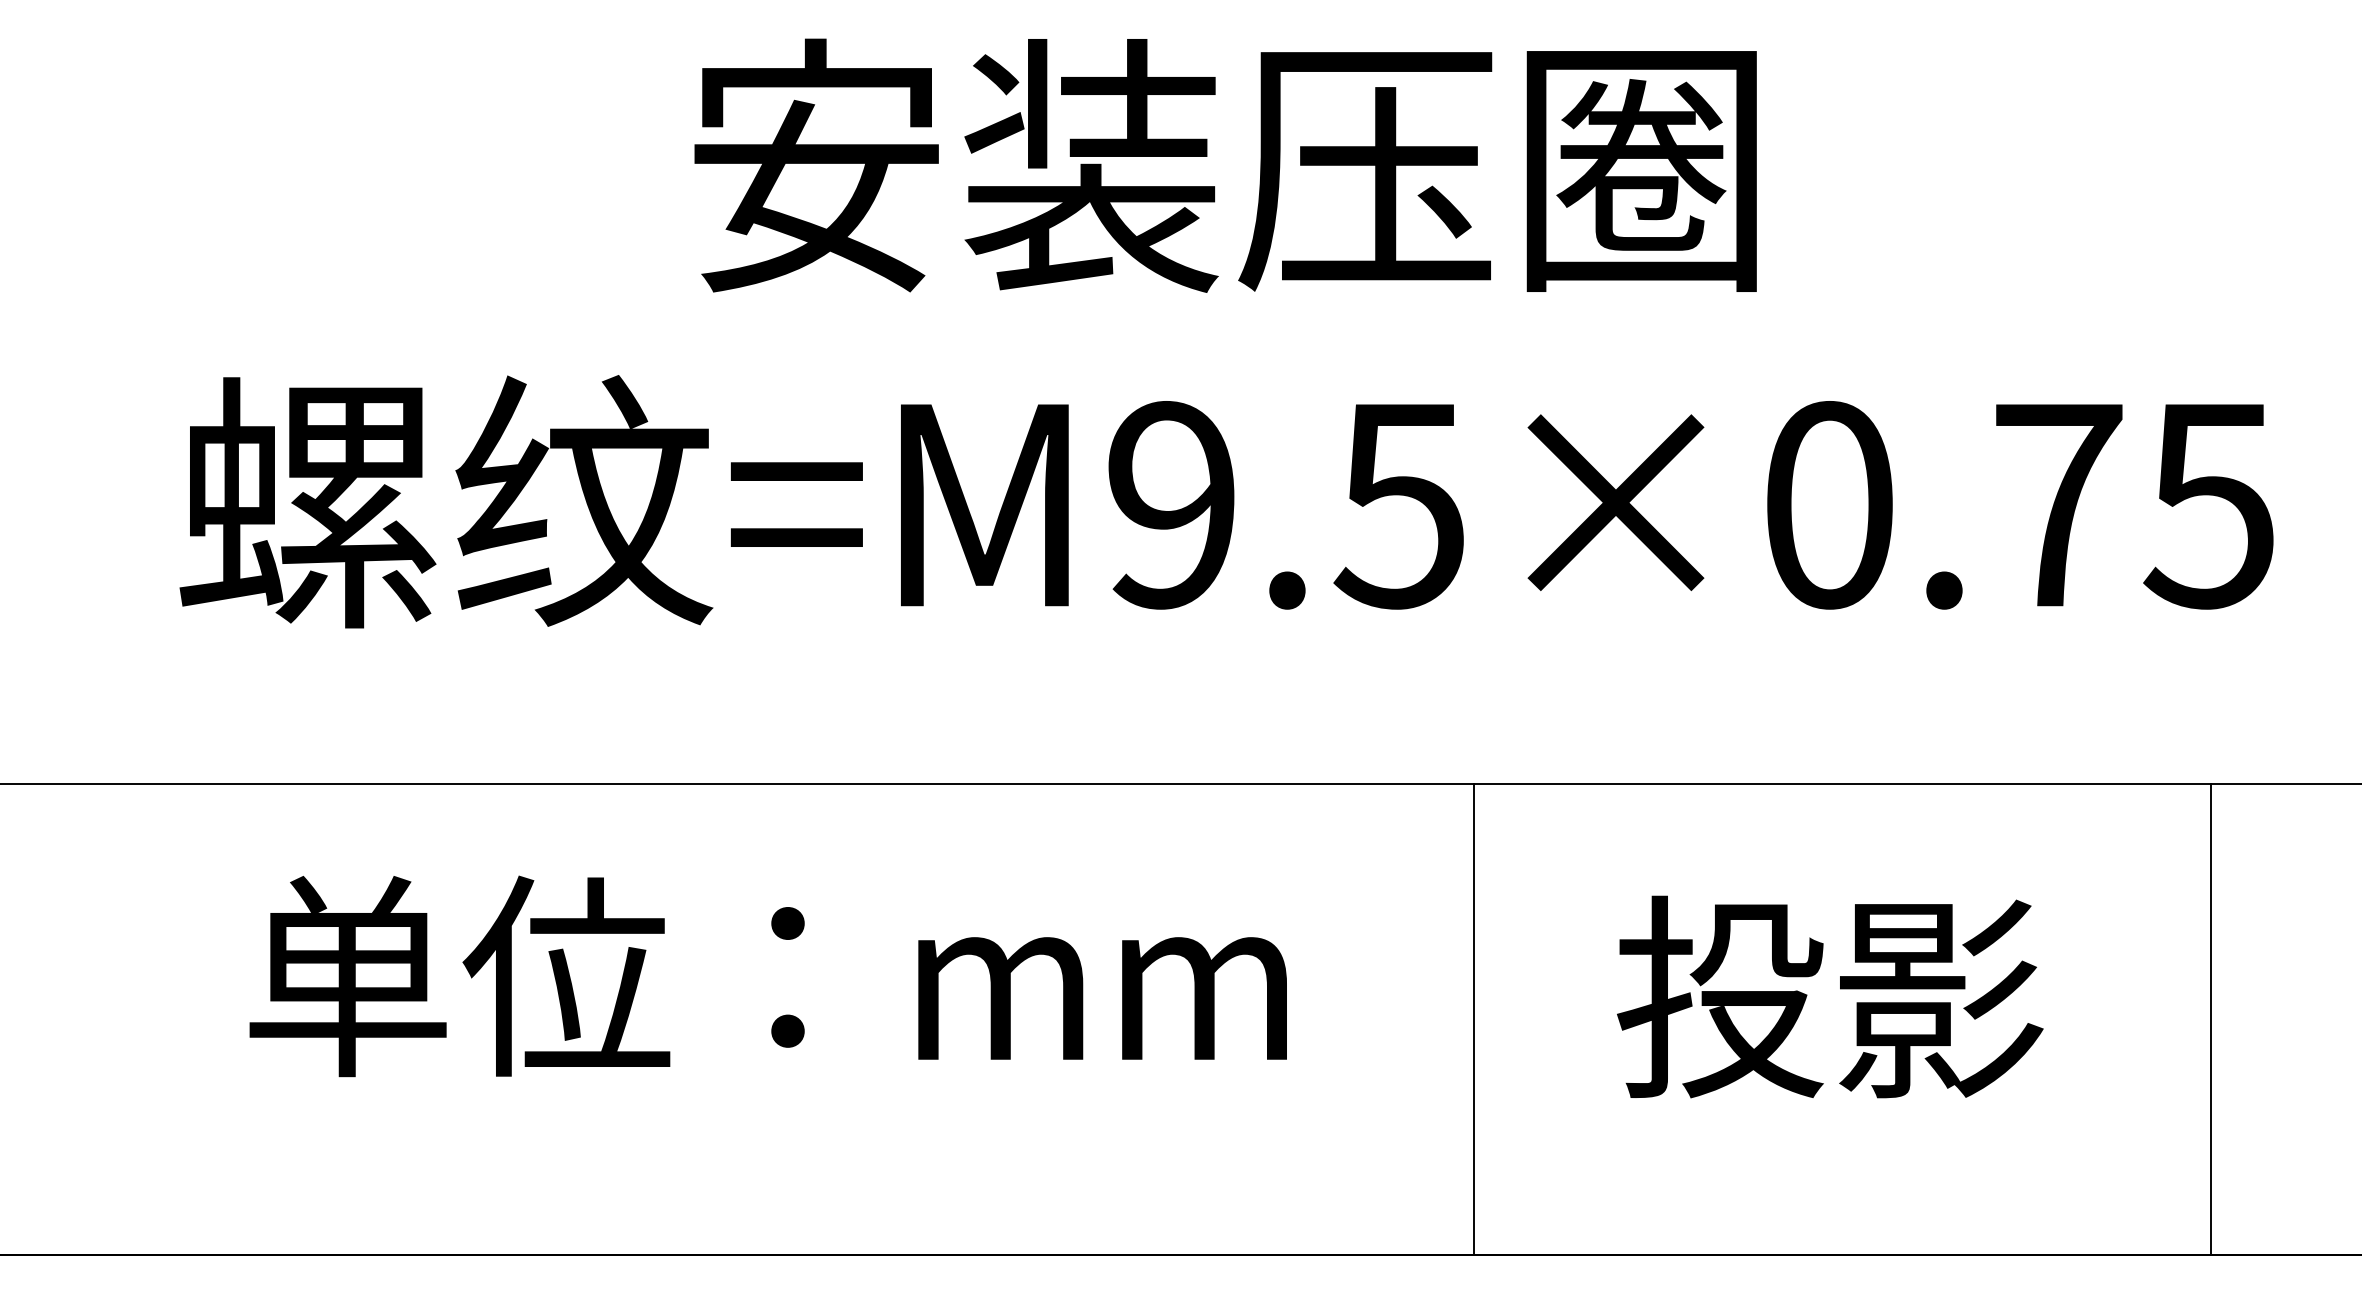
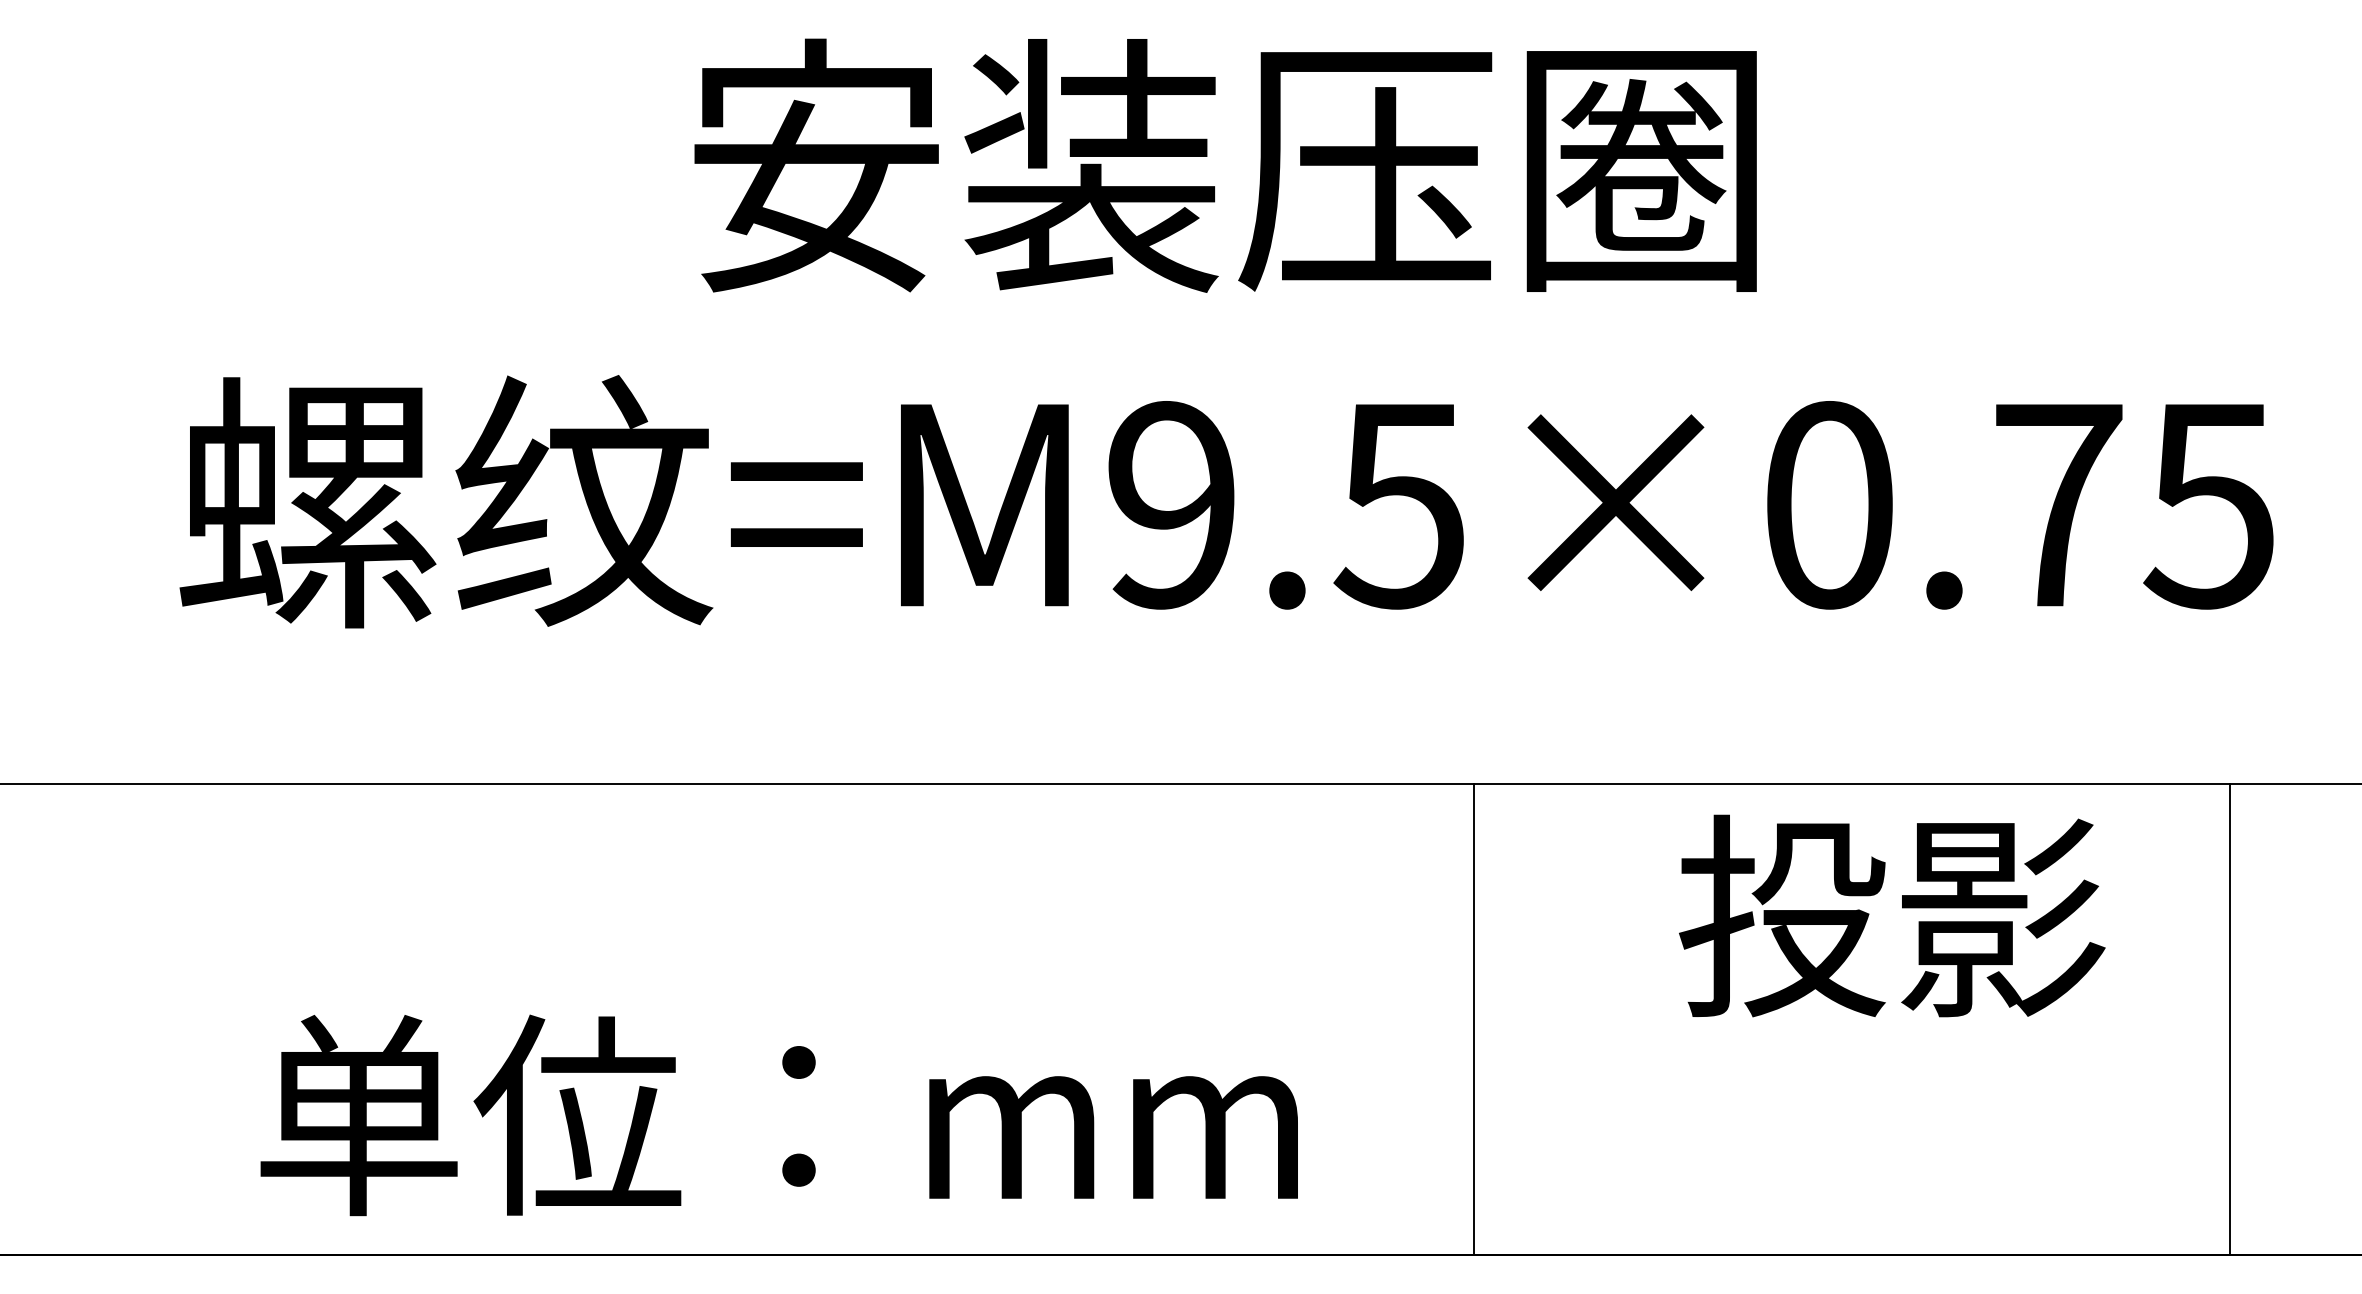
text at (767, 976) position: (767, 976) -> (778, 1115)
text at (1830, 996) position: (1830, 996) -> (1892, 915)
line at (2211, 1019) position: (2211, 1019) -> (2230, 1019)
